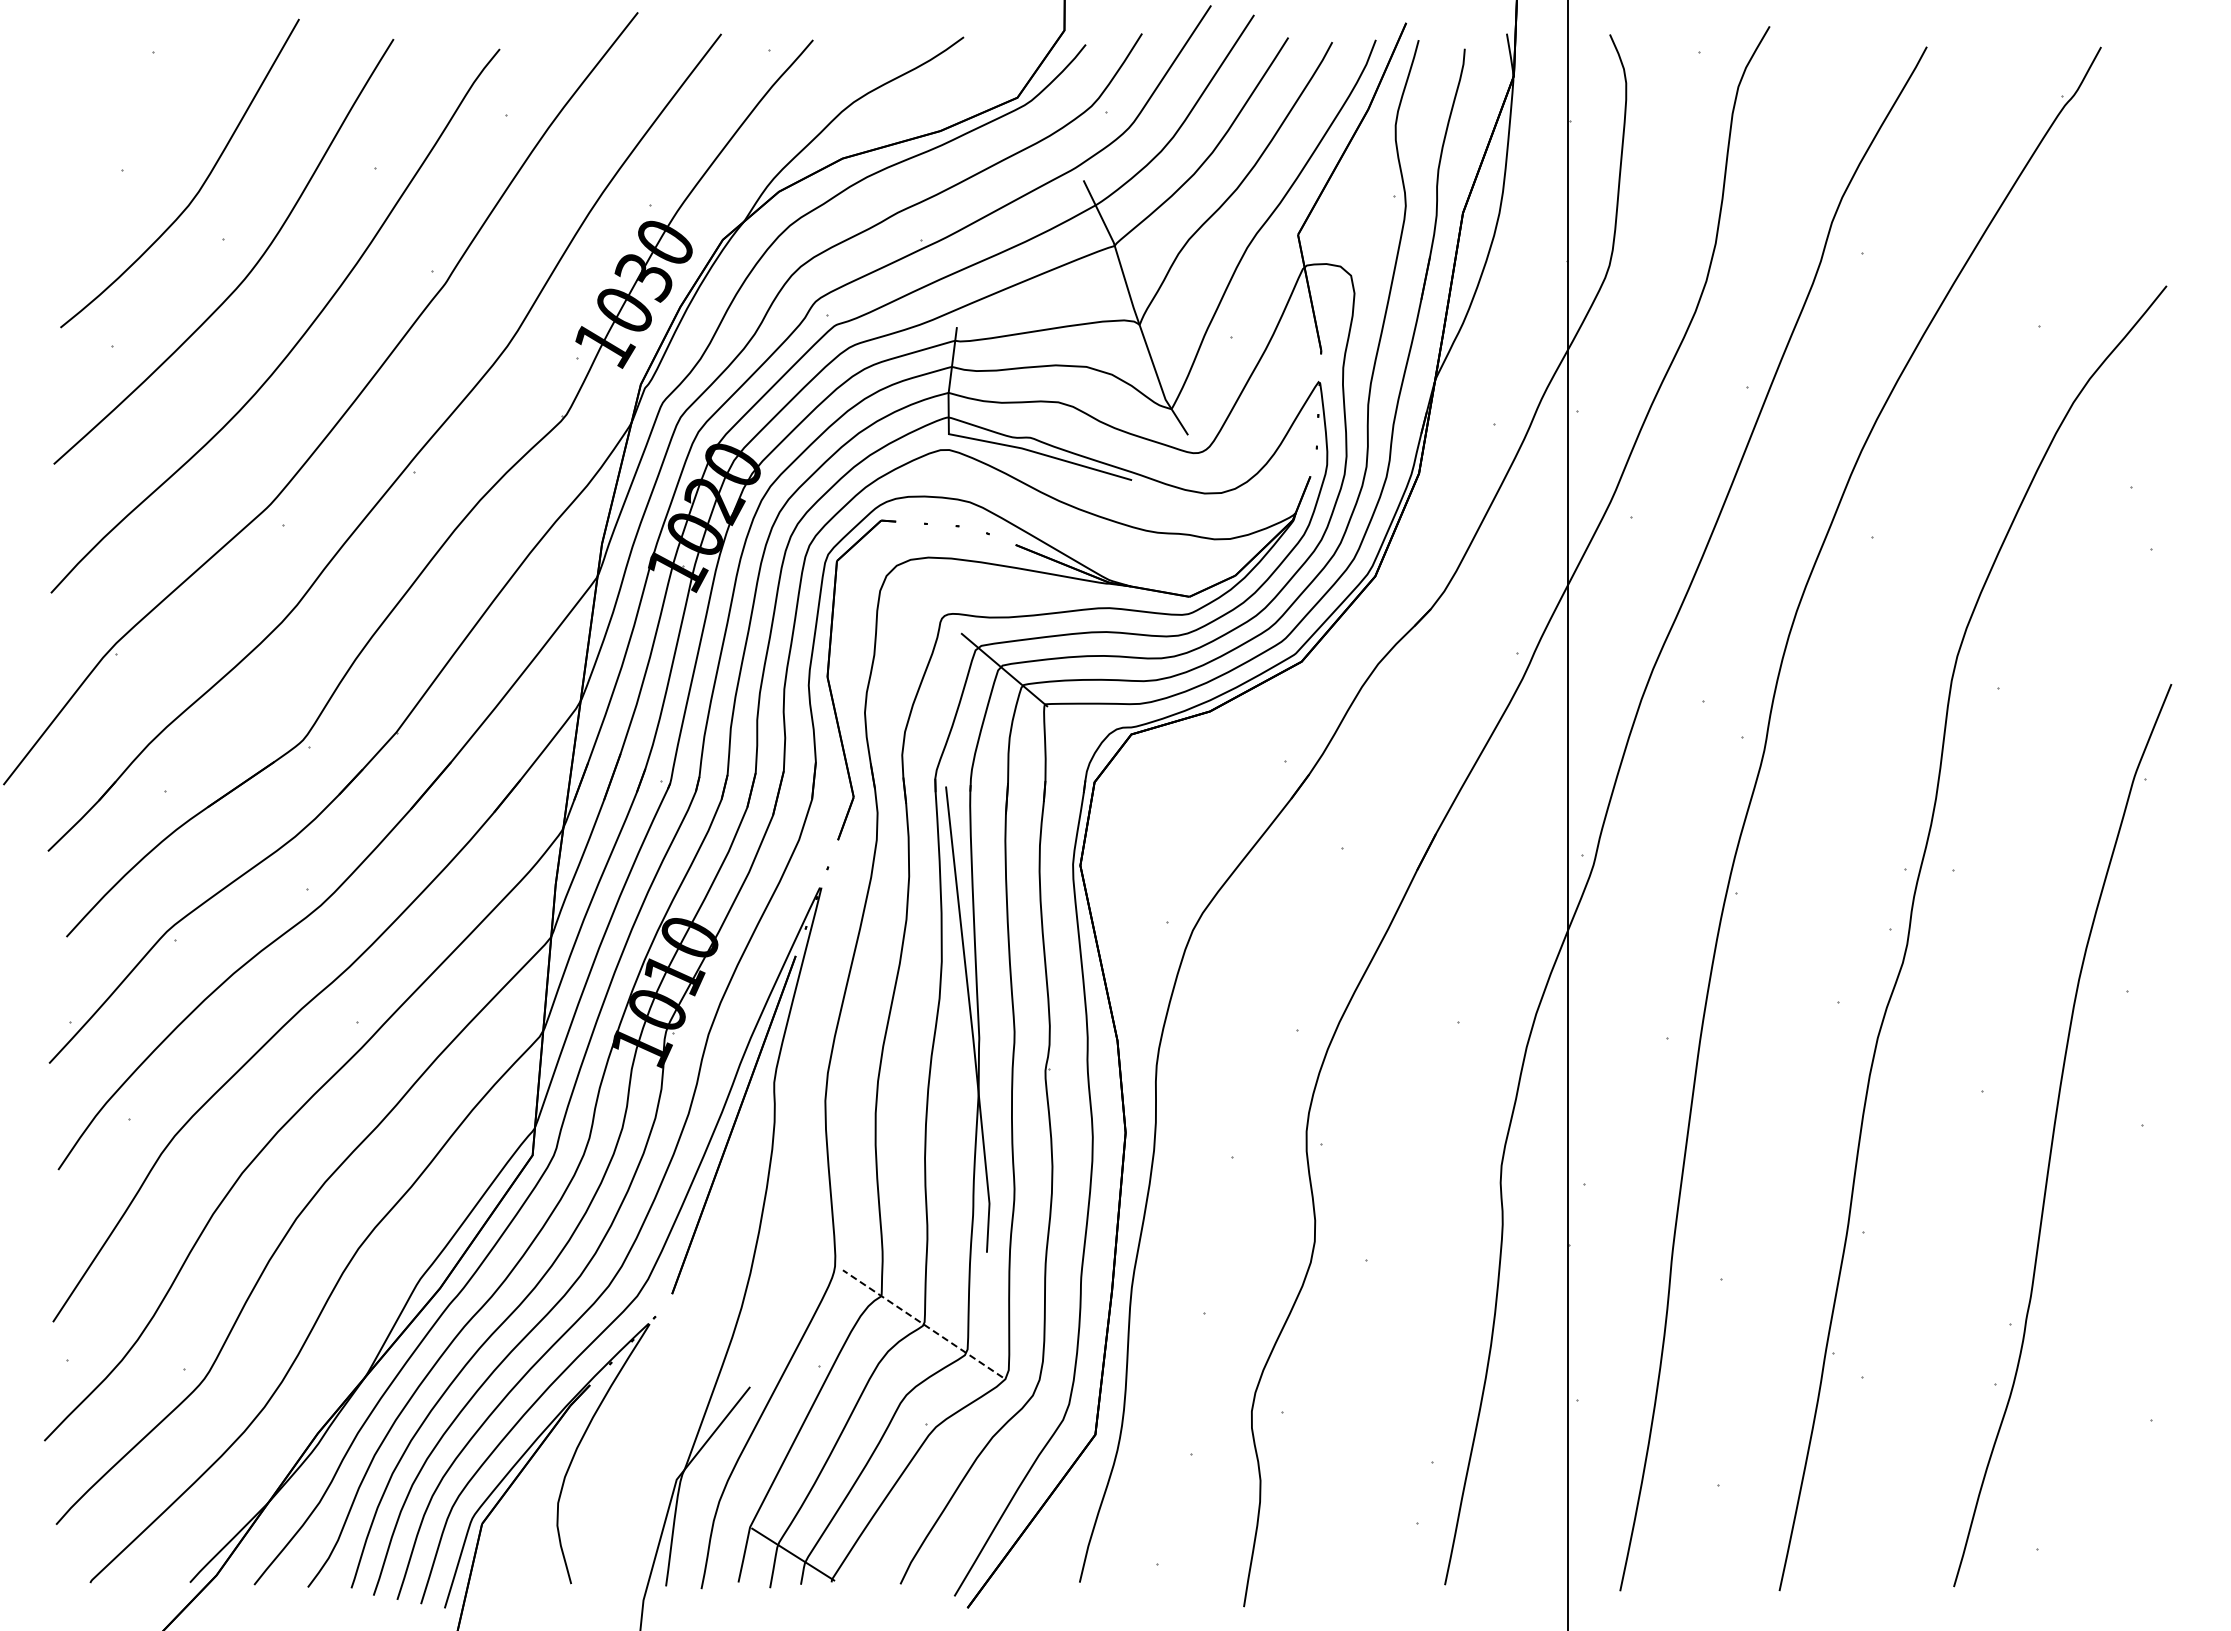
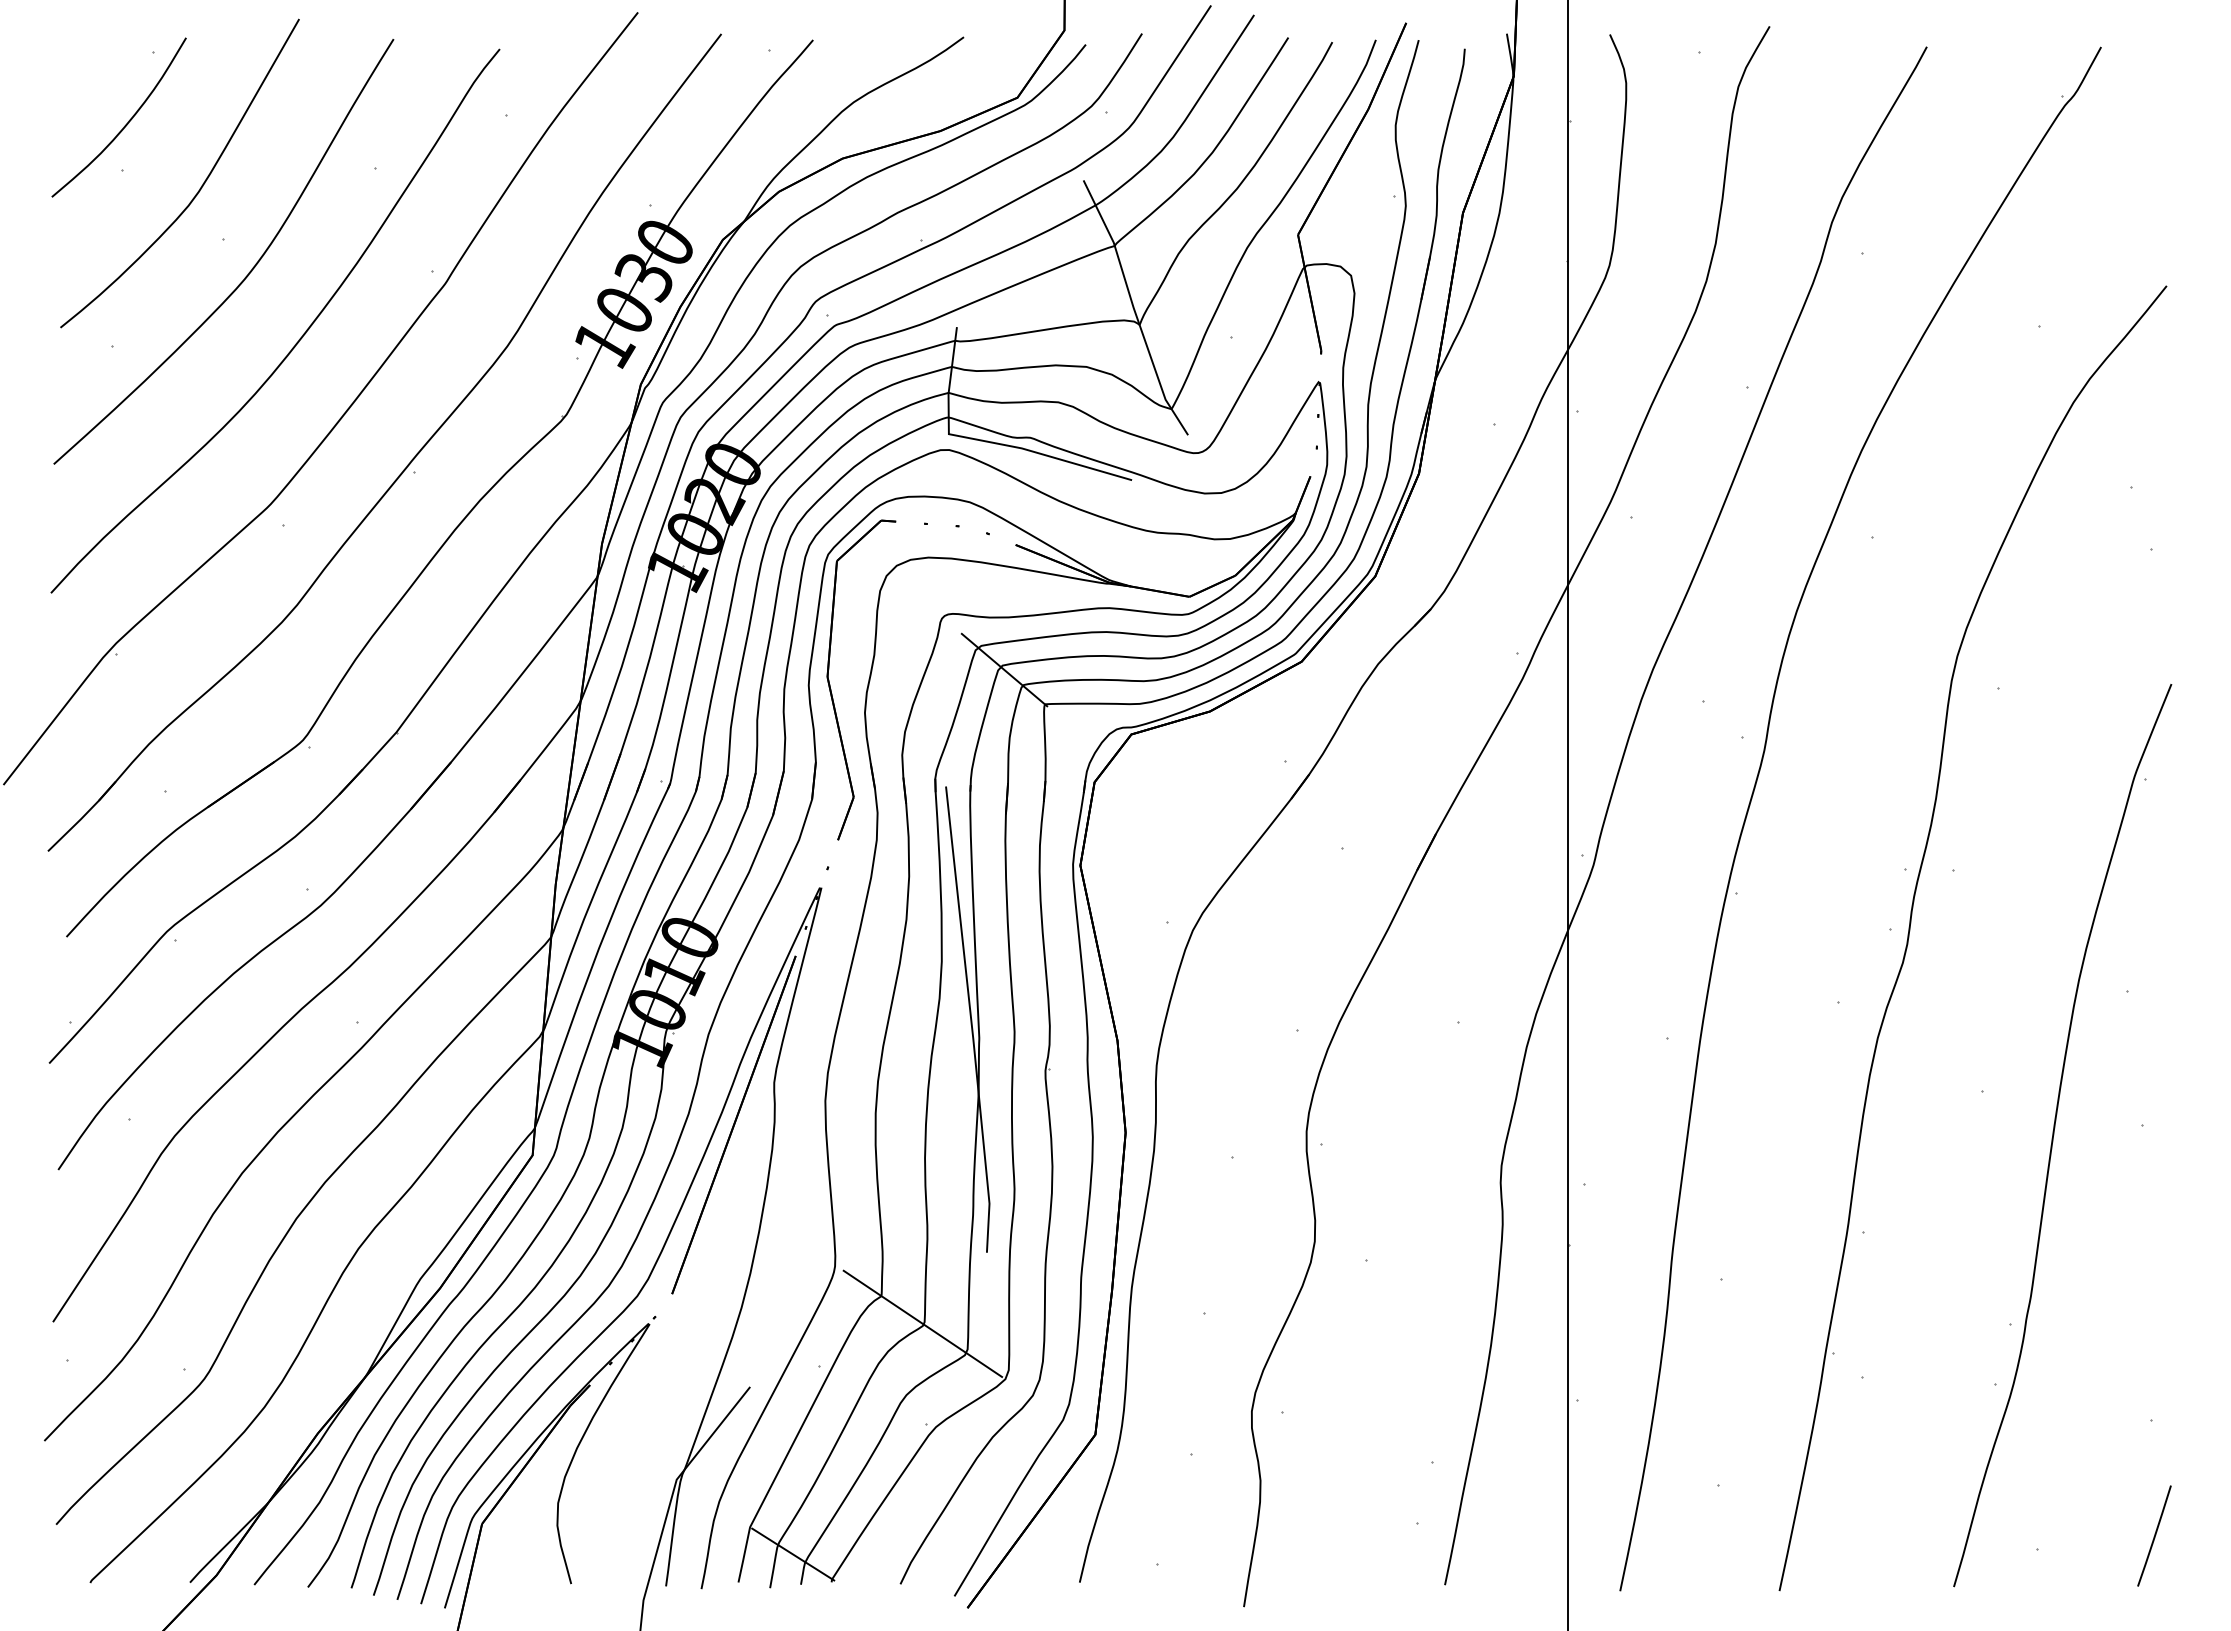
curve at (125, 124): none -> present
line at (922, 1323): dashed -> solid
line at (2154, 1535): none -> present
